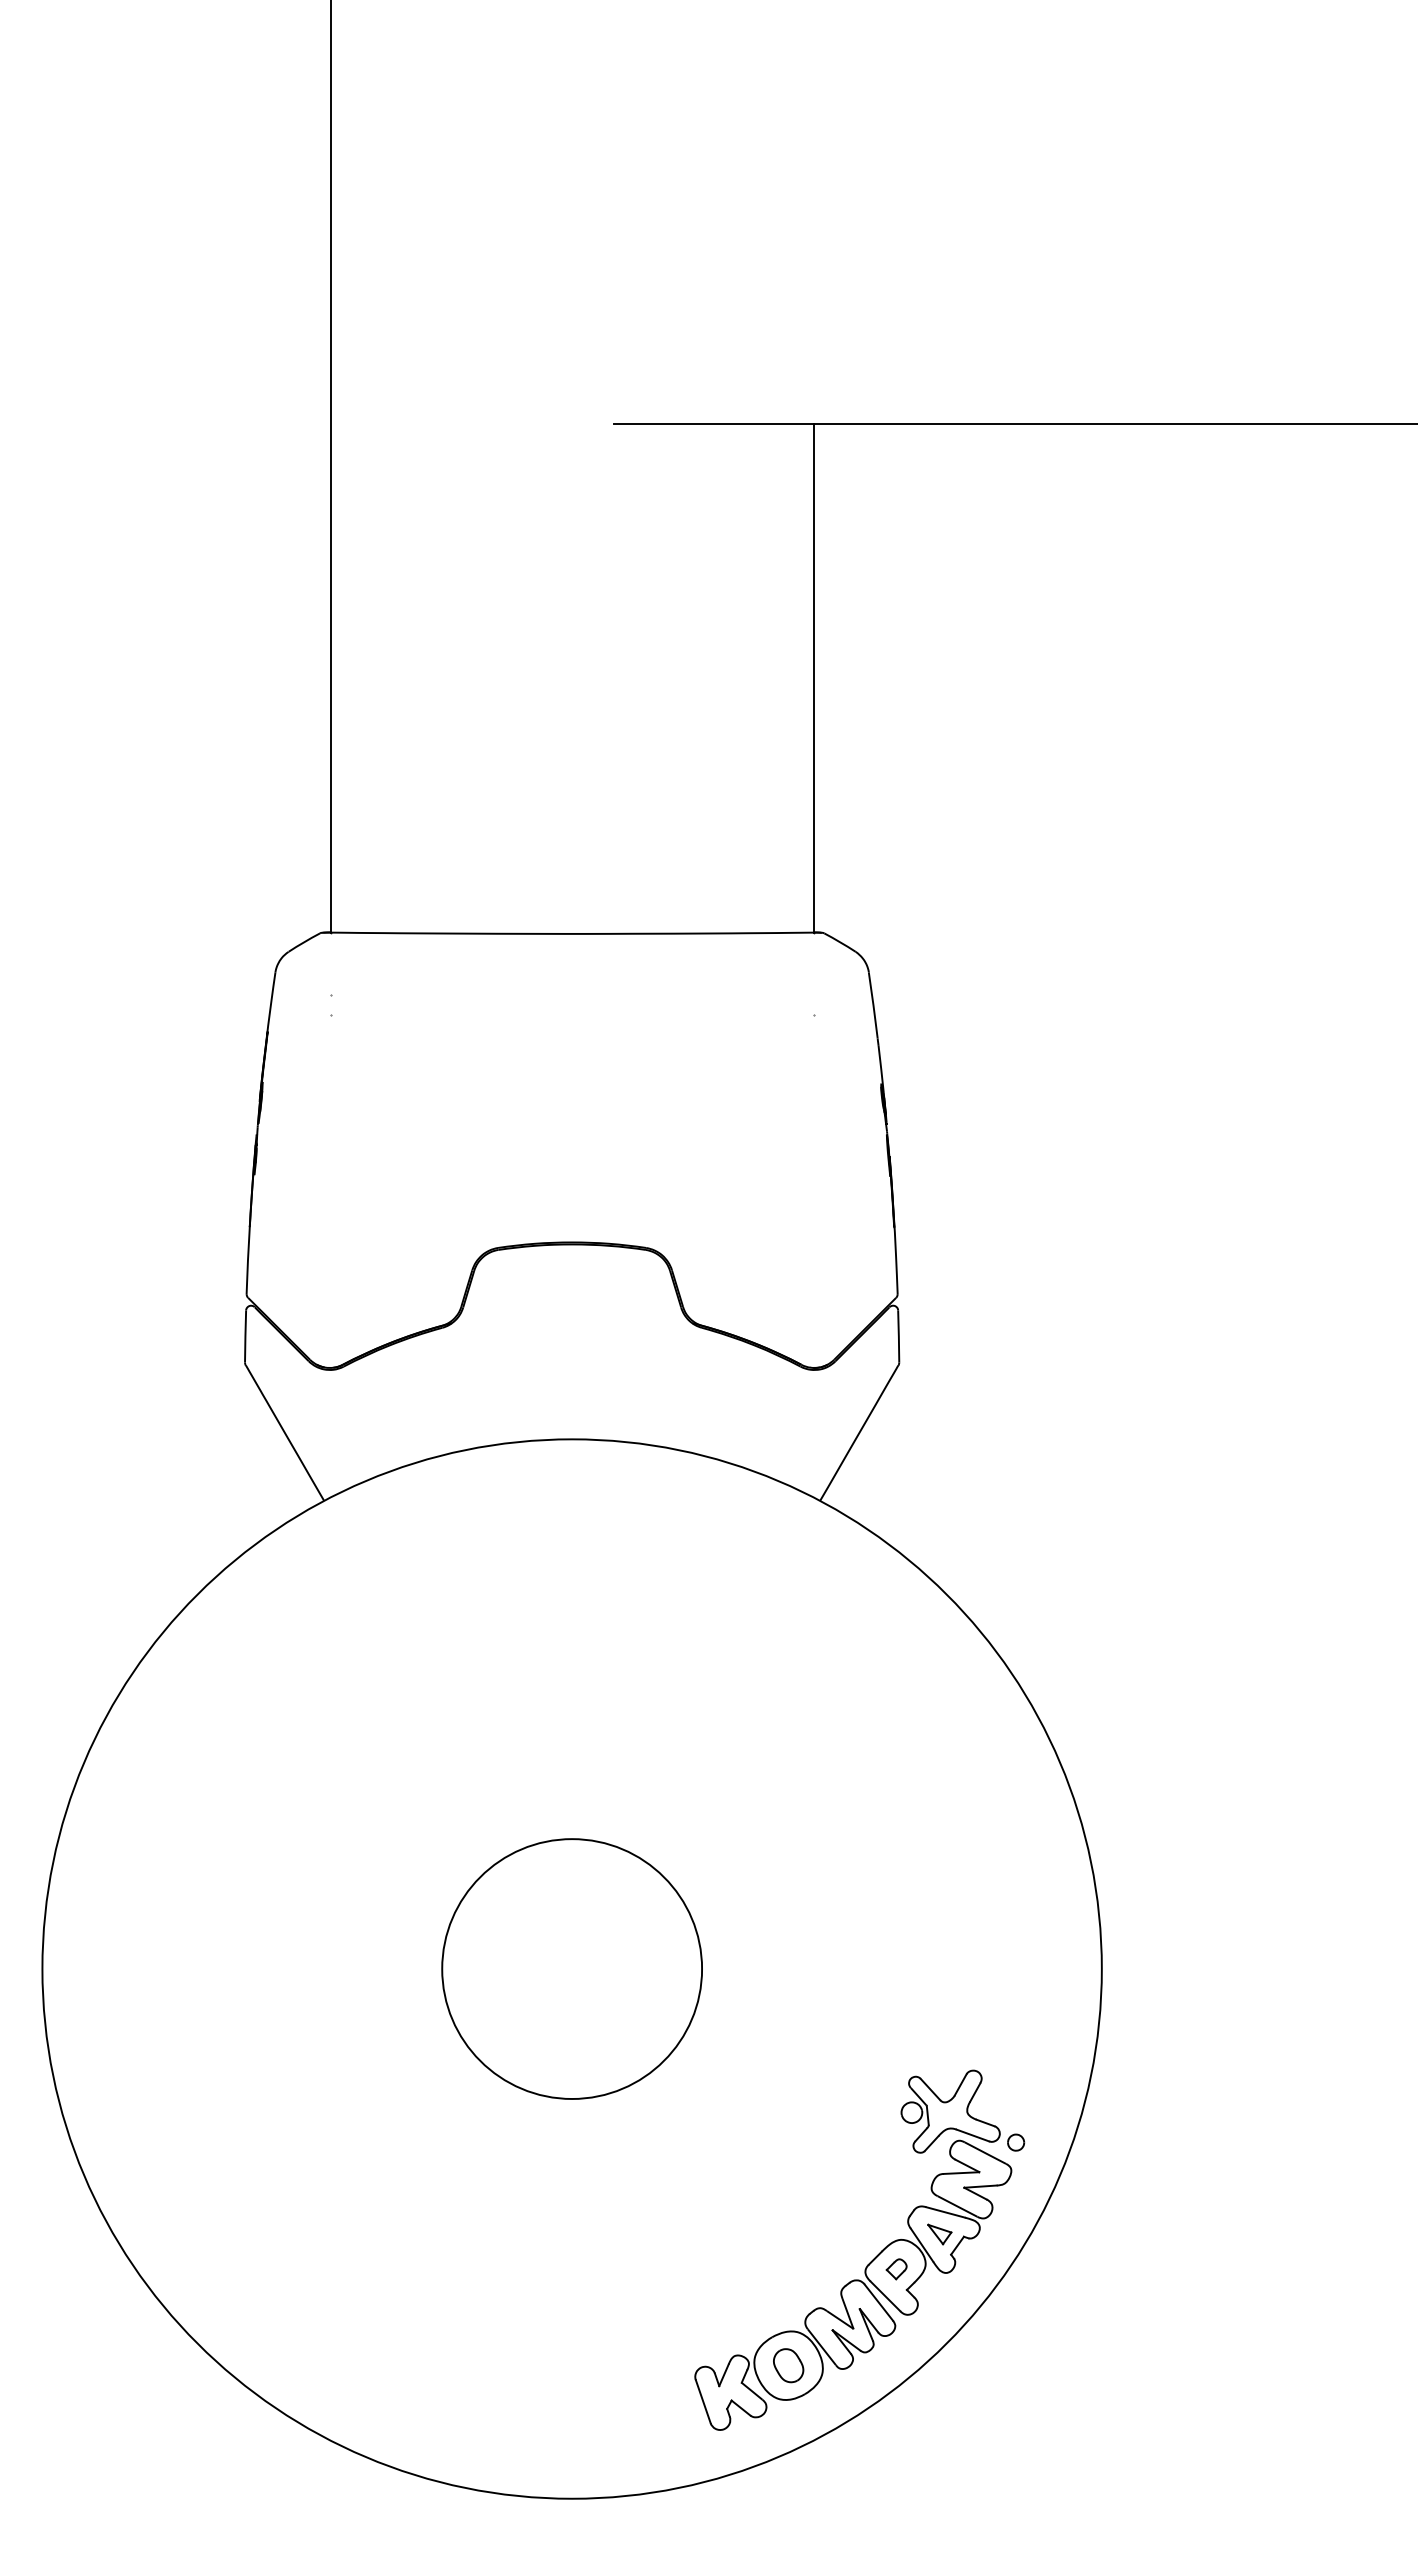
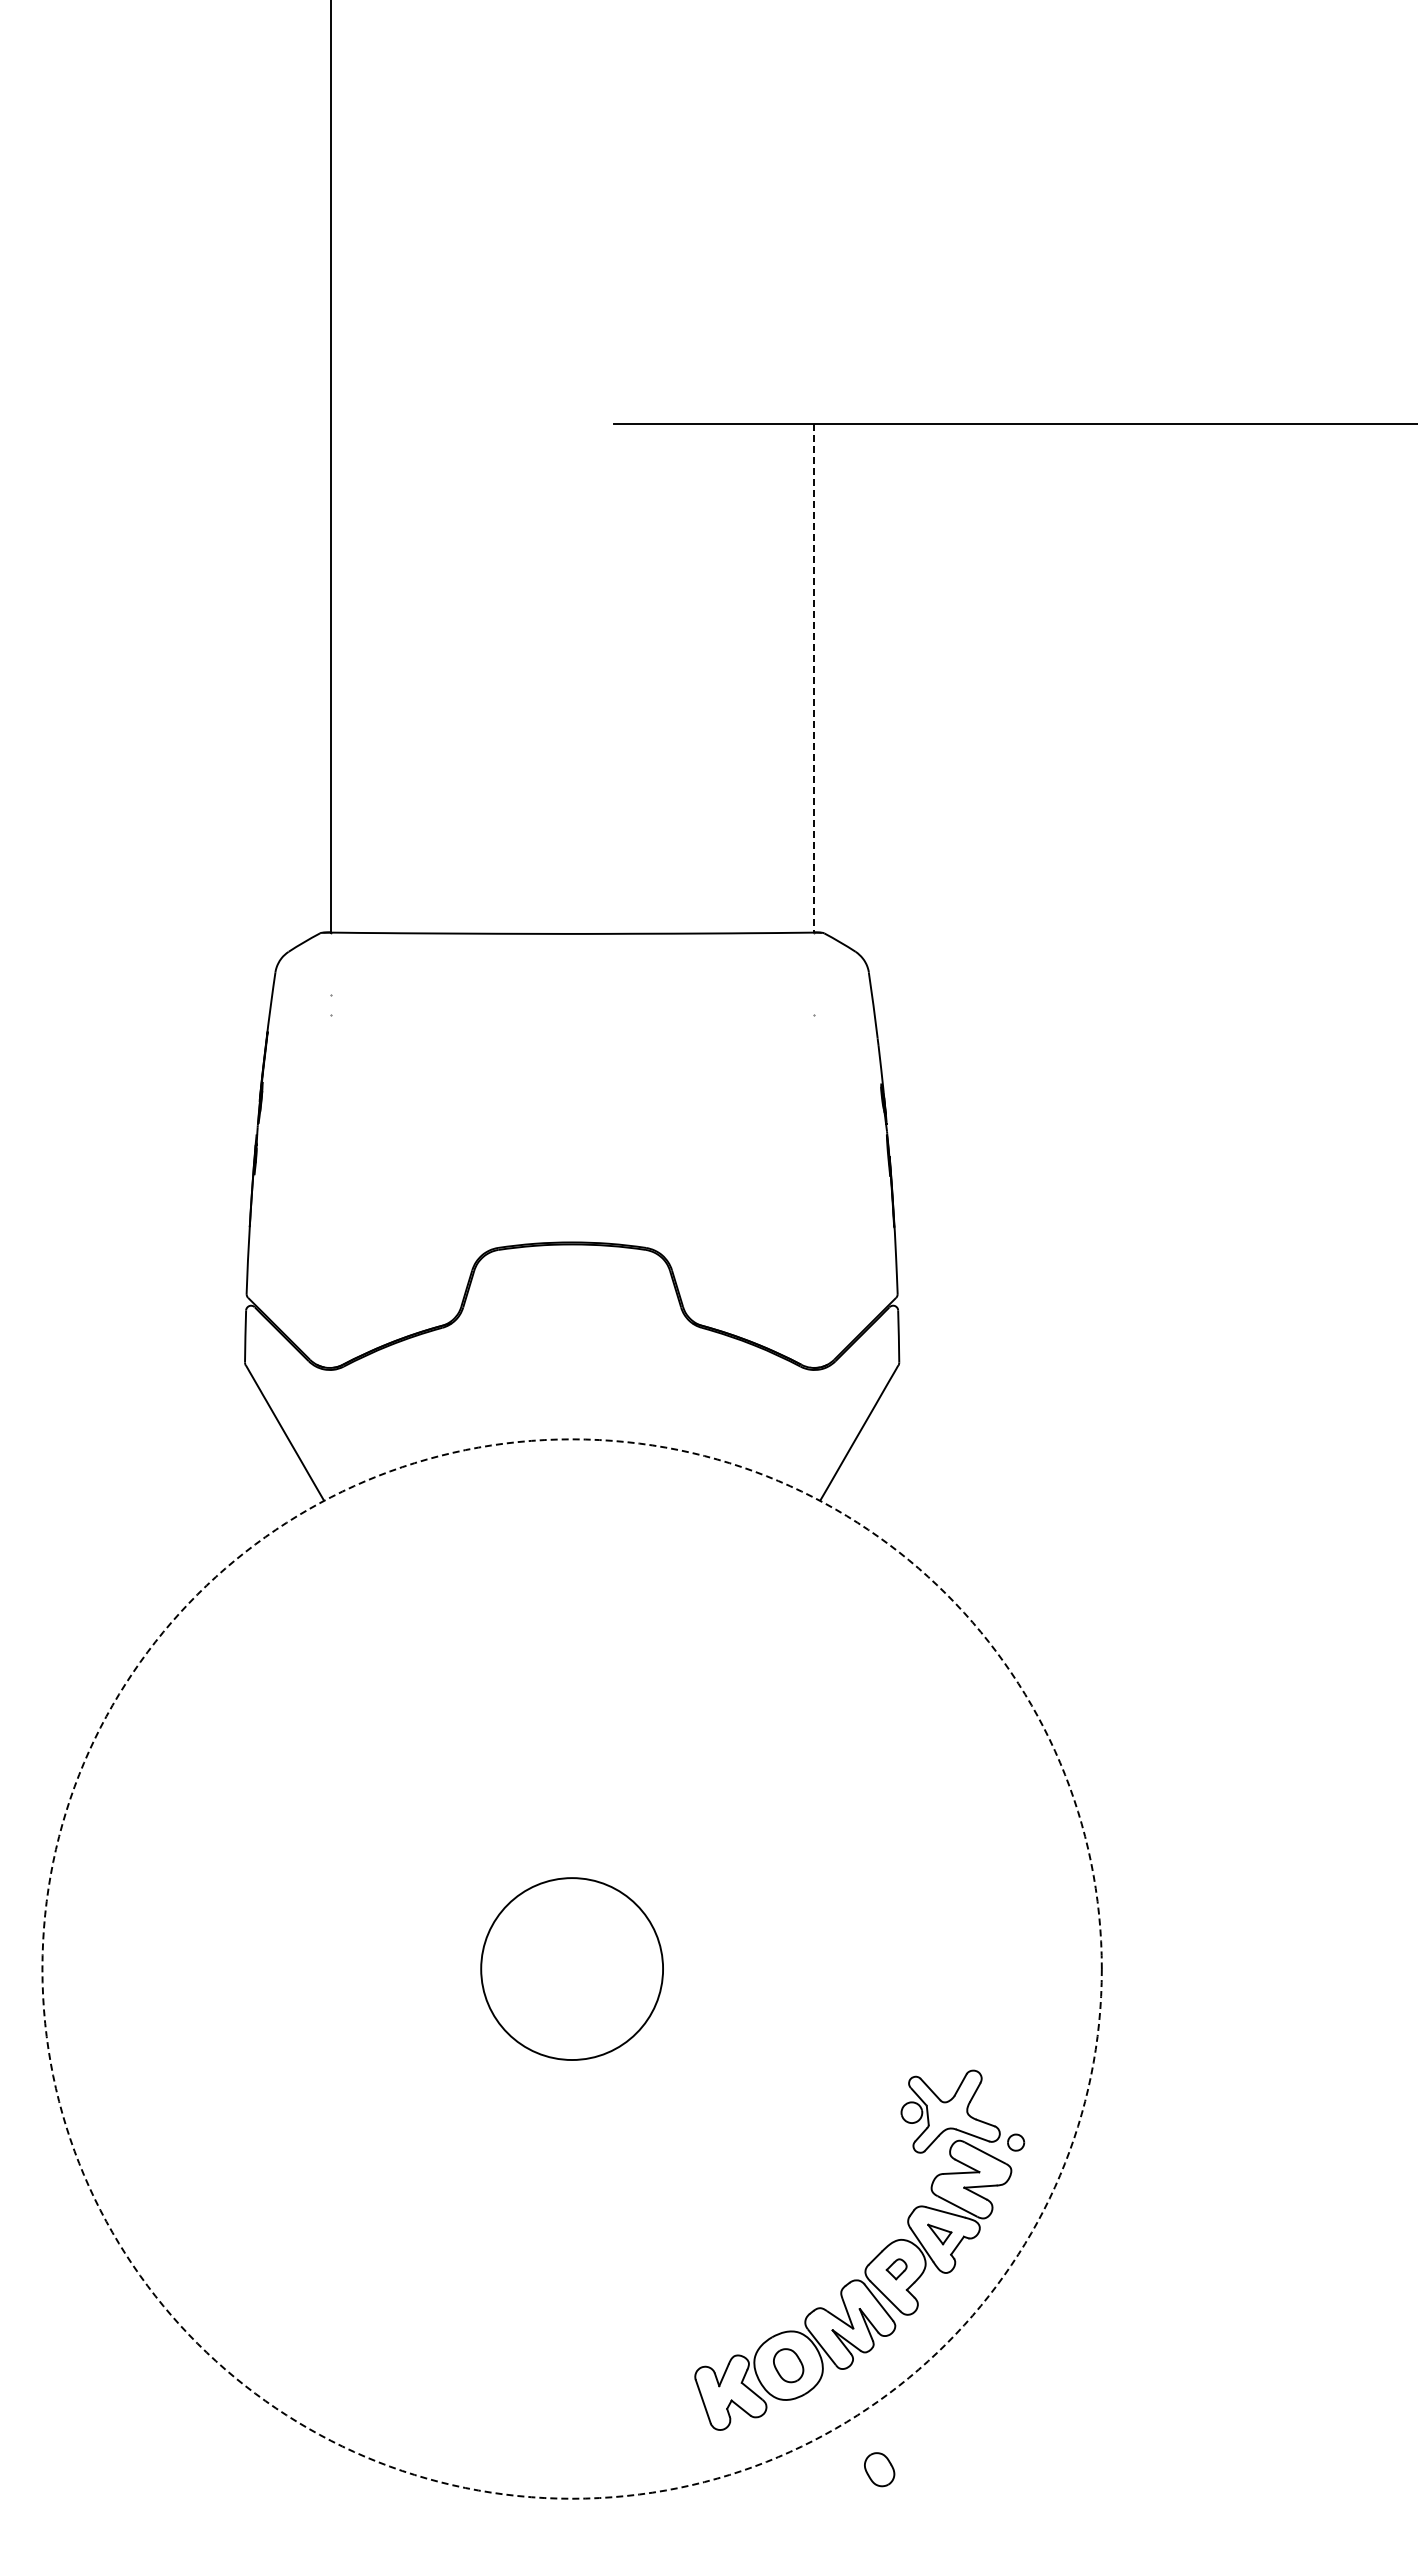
line at (813, 679): solid -> dashed
circle at (571, 1968): solid -> dashed
circle at (572, 1968) diameter: 260 px -> 182 px
part at (879, 2469): none -> present
